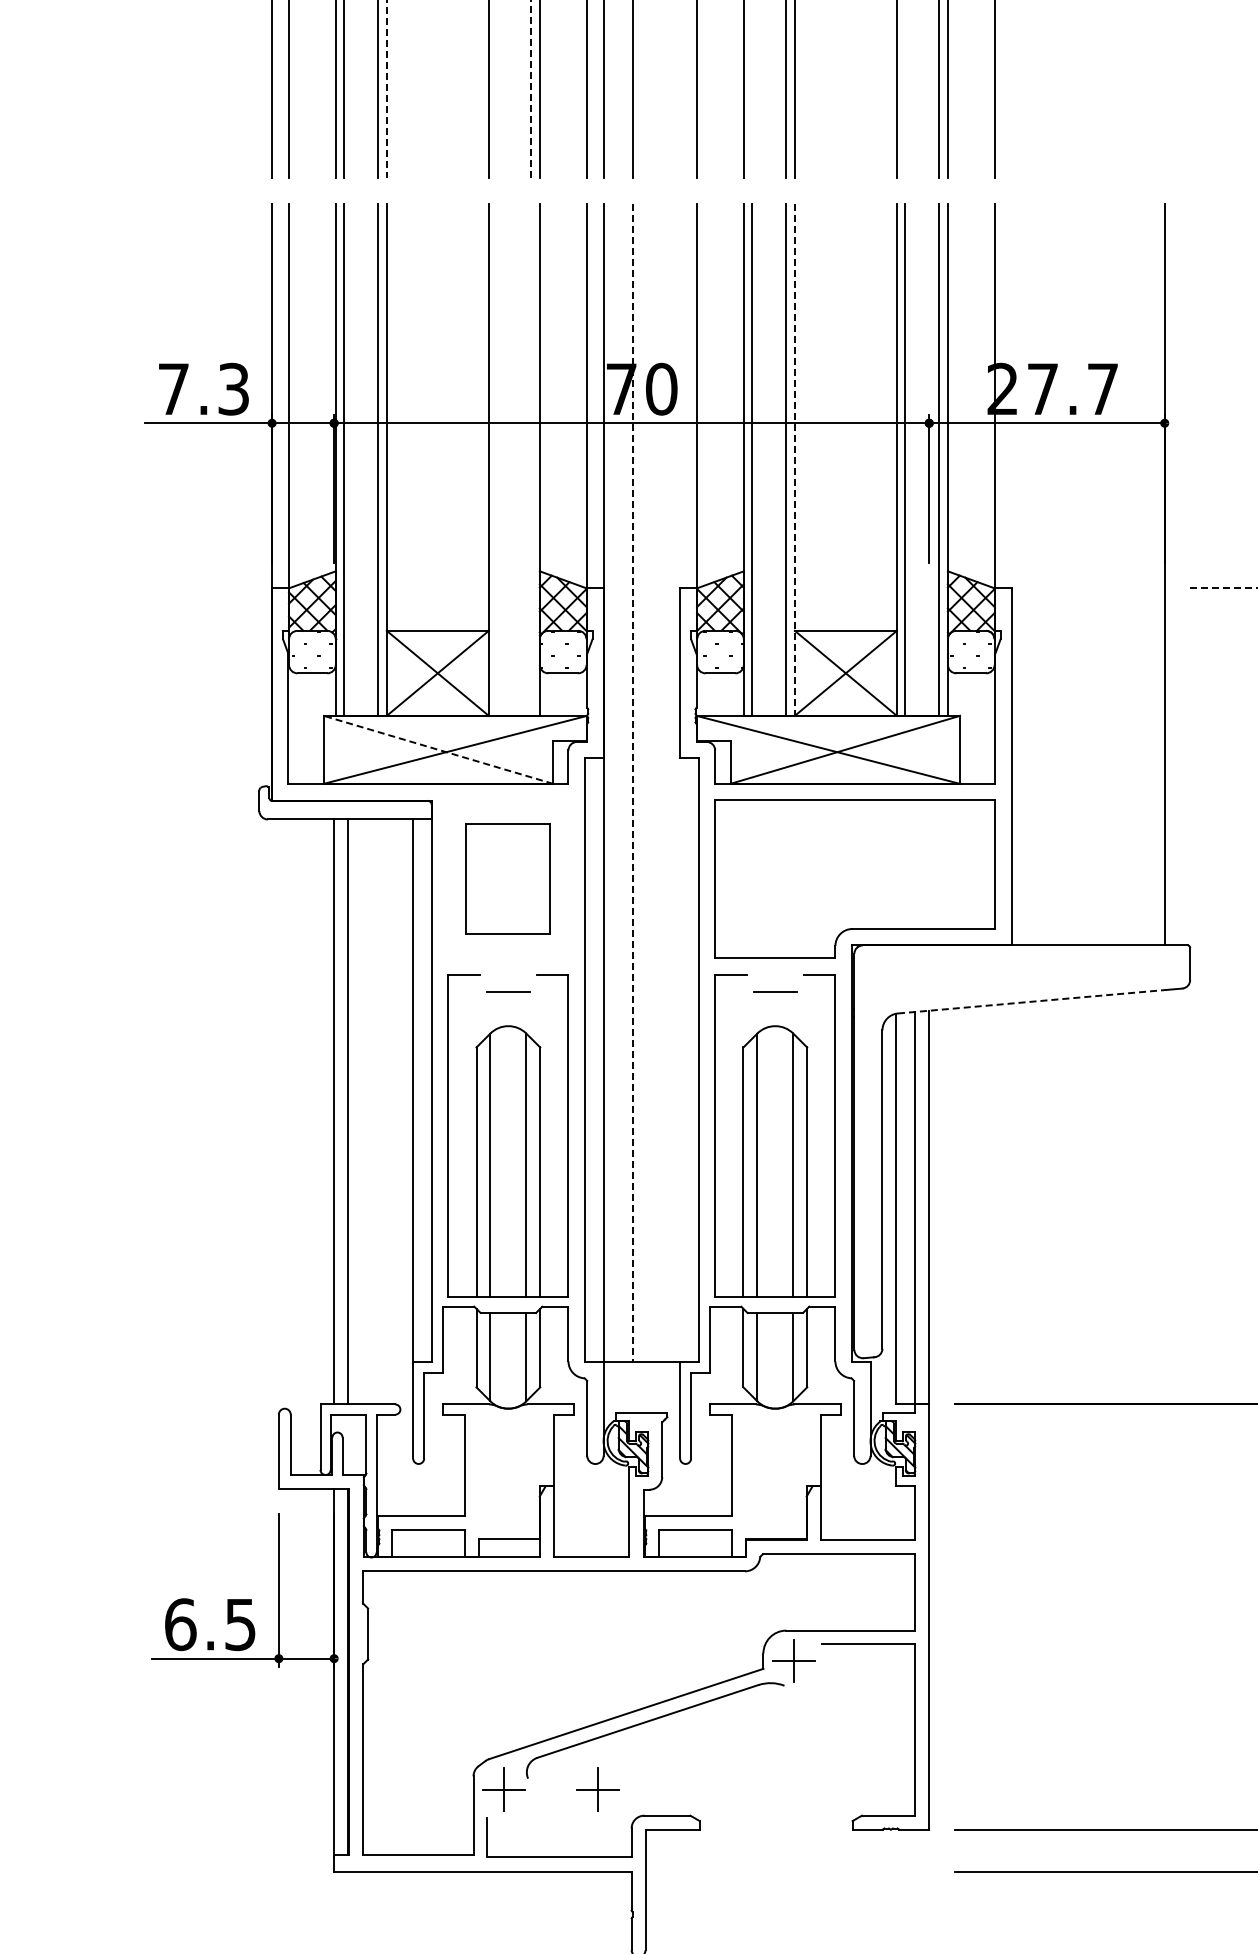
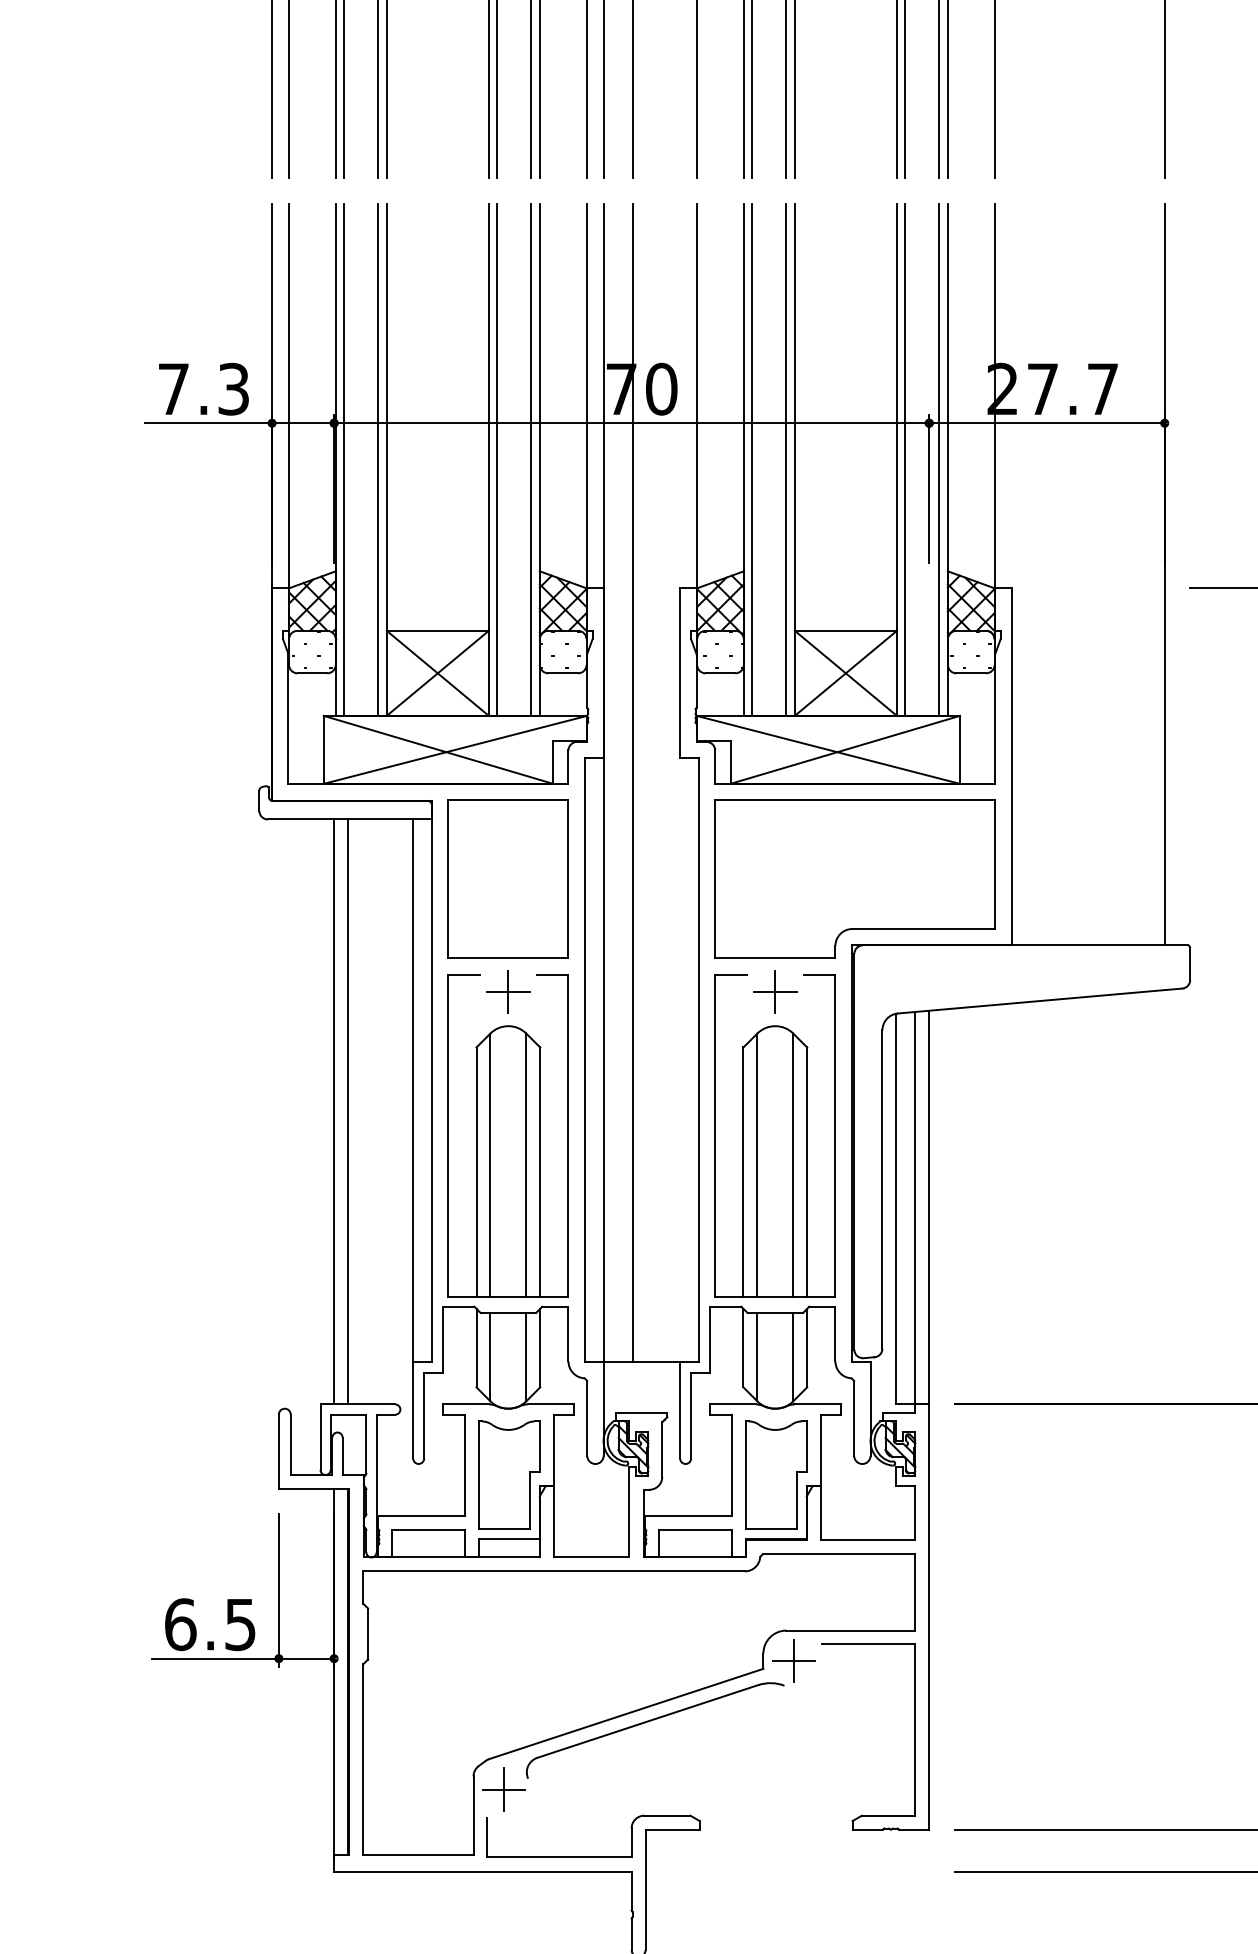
line at (386, 89): dashed -> solid
line at (531, 89): dashed -> solid
line at (497, 90): none -> present
line at (752, 90): none -> present
line at (905, 90): none -> present
line at (1164, 90): none -> present
line at (497, 459): none -> present
line at (531, 459): none -> present
line at (794, 460): dashed -> solid
line at (1224, 588): dashed -> solid
line at (438, 749): dashed -> solid
line at (633, 783): dashed -> solid
part at (507, 878) size: 86x112 px -> 122x160 px
line at (508, 991): none -> present
line at (775, 991): none -> present
line at (1032, 1001): dashed -> solid
part at (509, 1474): none -> present
part at (776, 1474): none -> present
part at (597, 1789): present -> none
